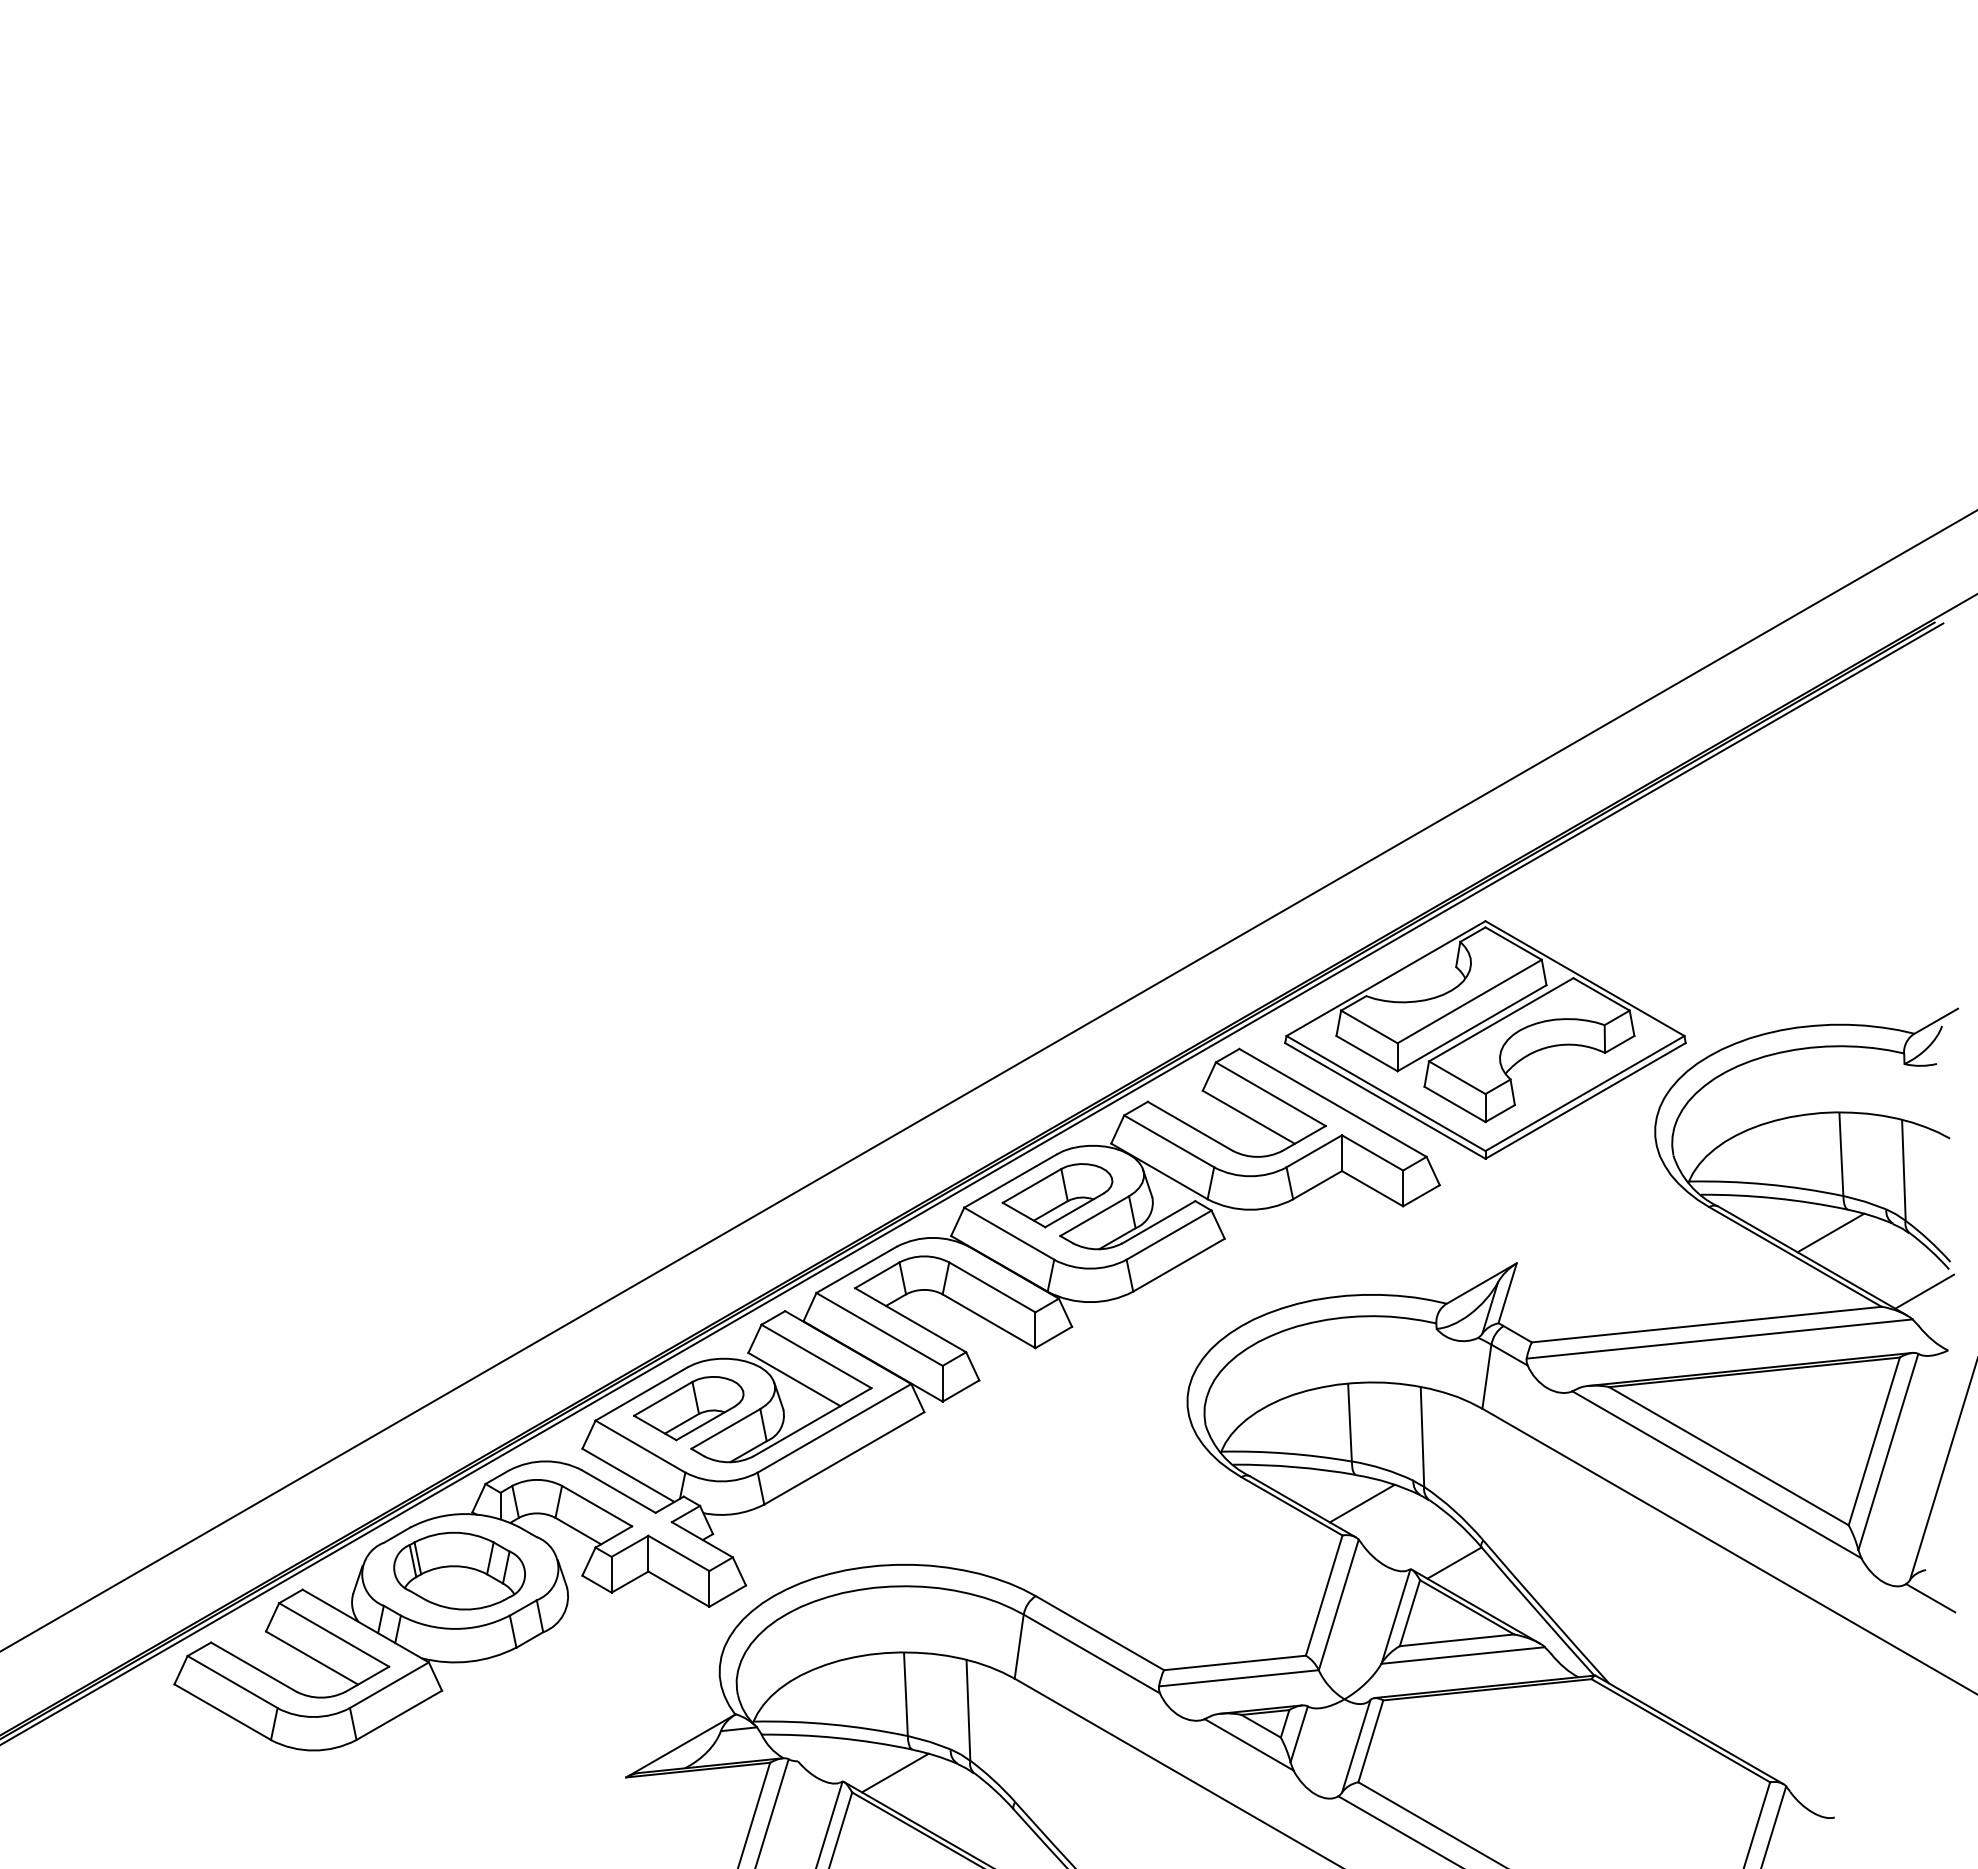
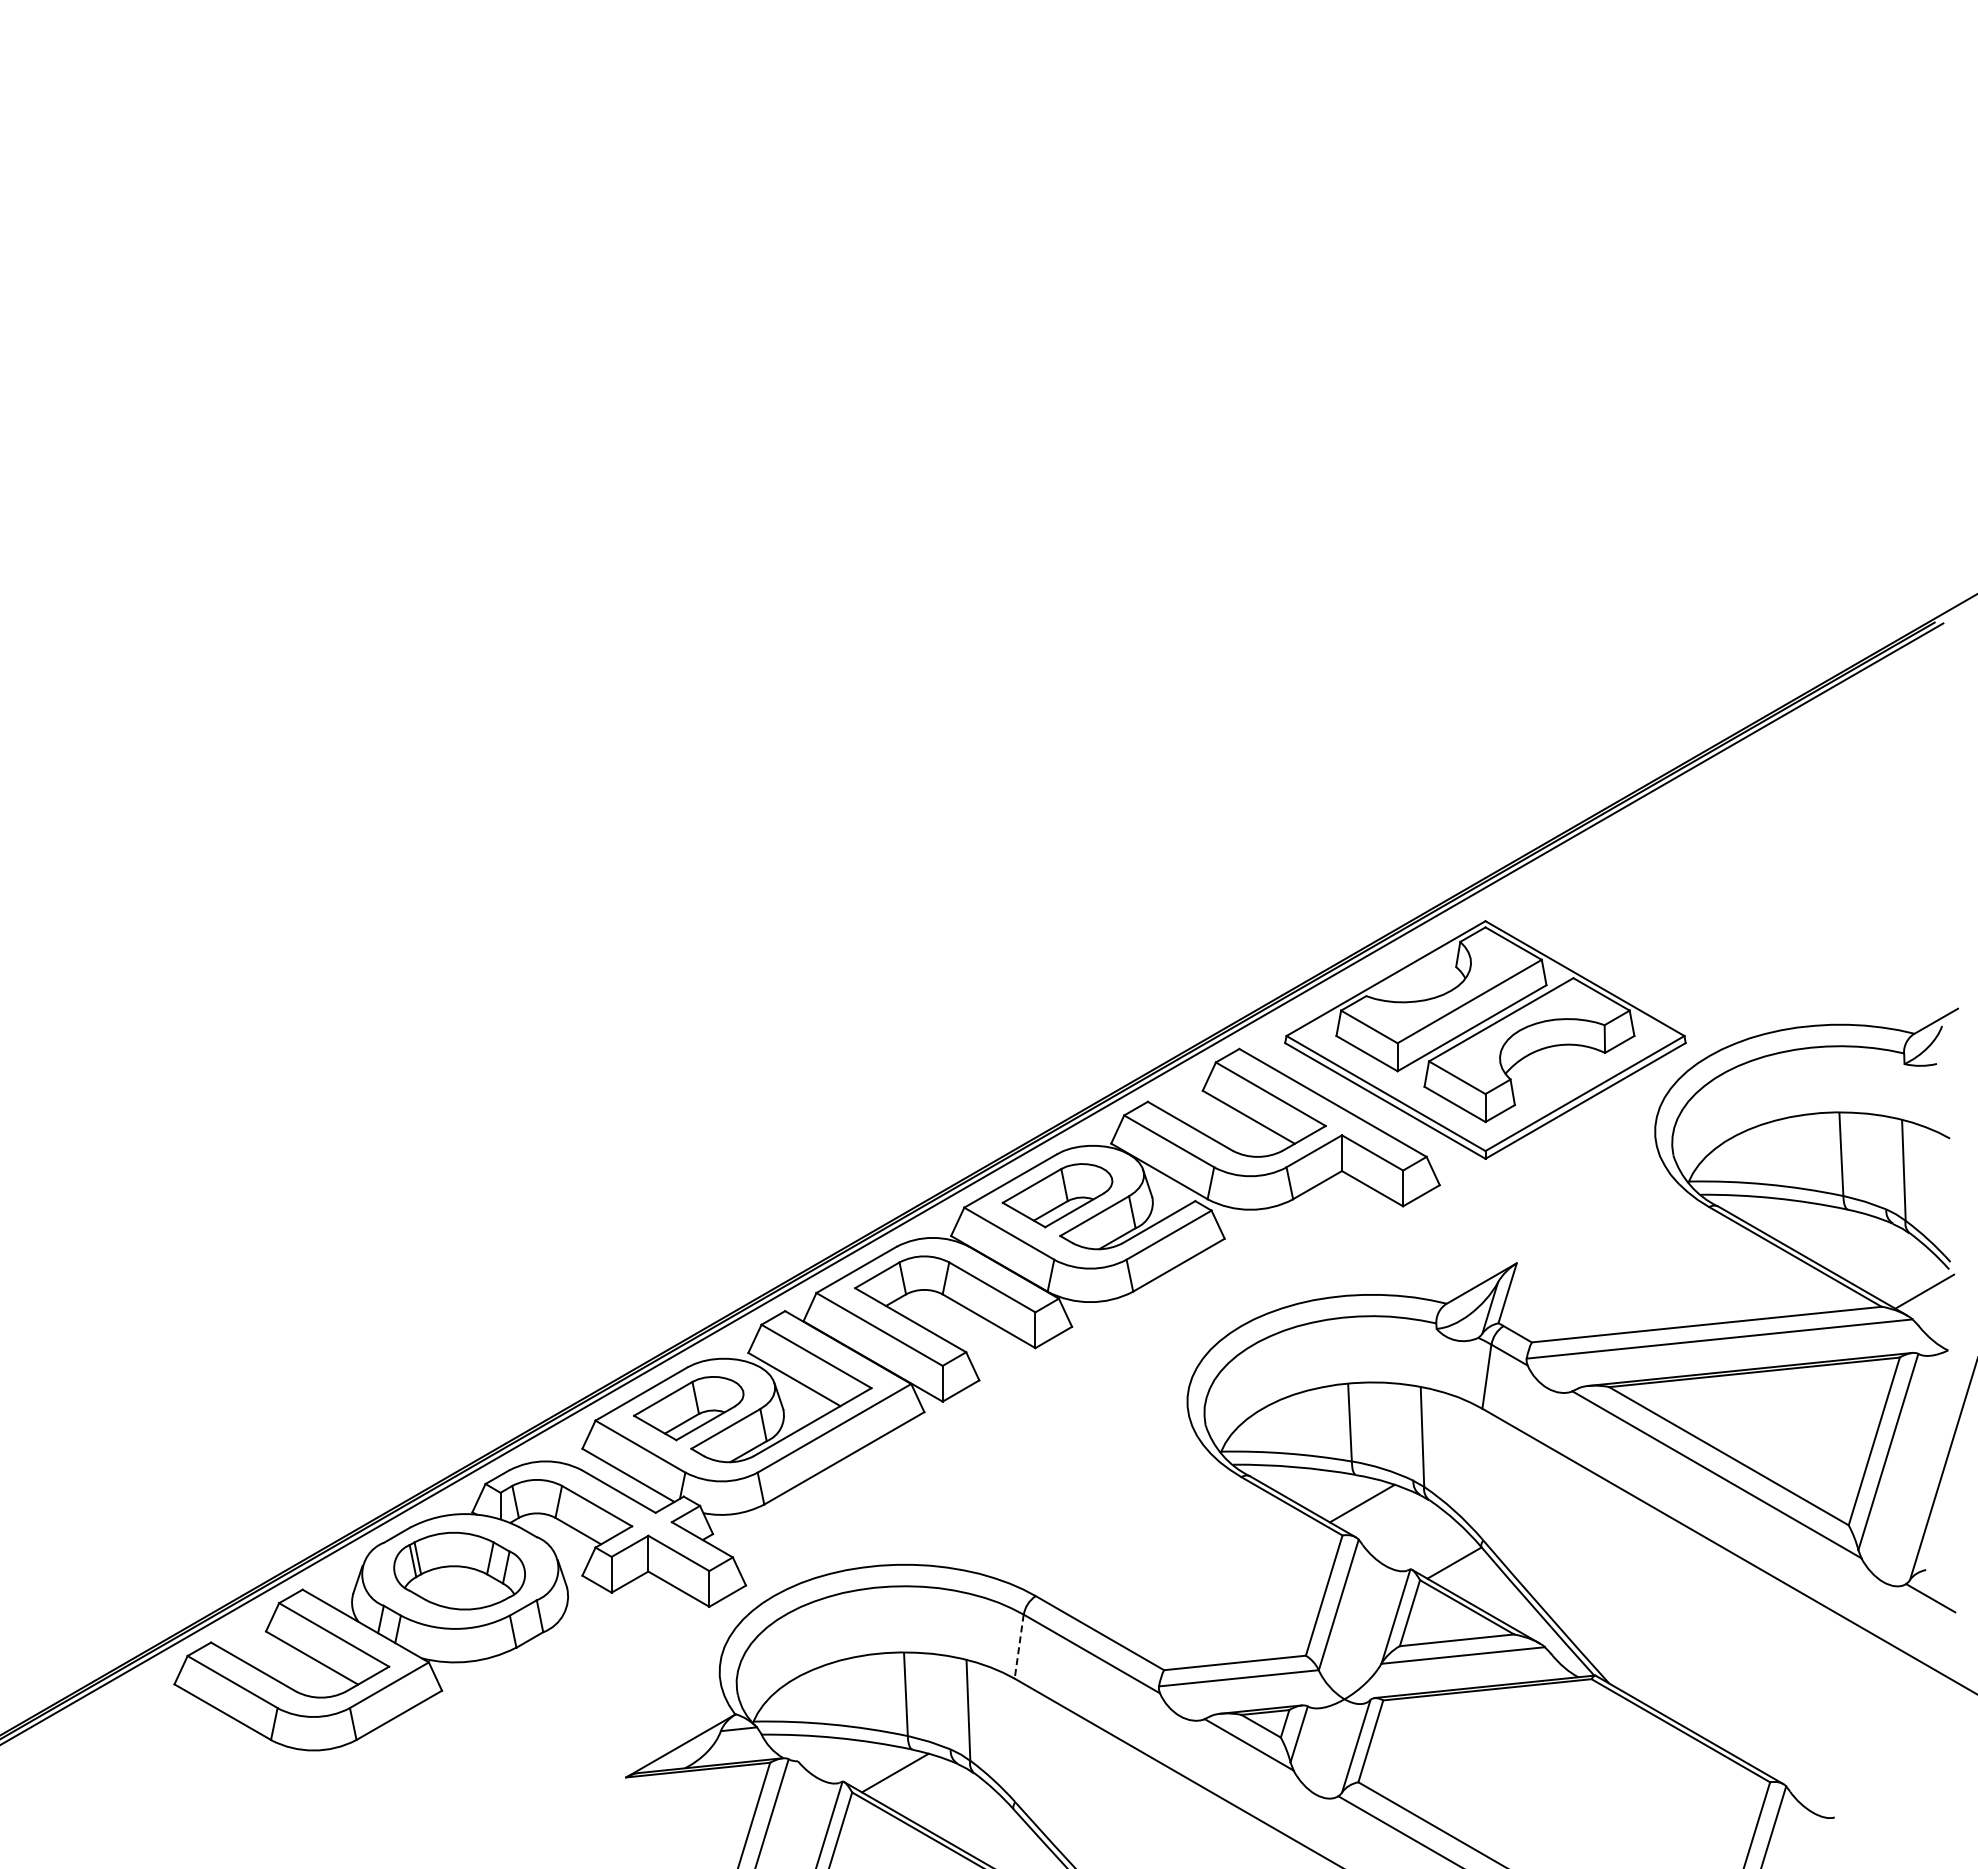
line at (988, 1080): present -> none
line at (1830, 1232): present -> none
line at (1019, 1647): solid -> dashed
